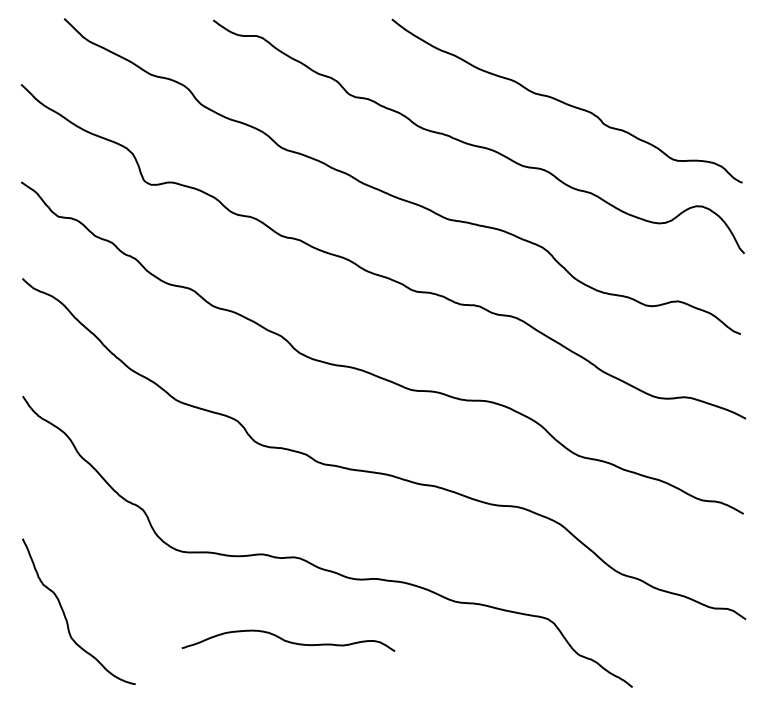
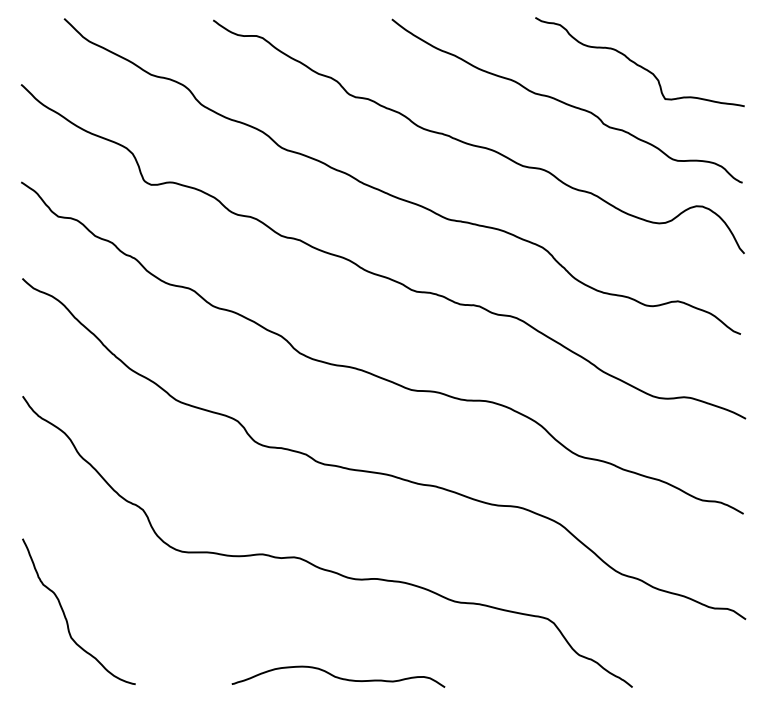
curve at (639, 64): none -> present
curve at (288, 640) position: (288, 640) -> (338, 676)
